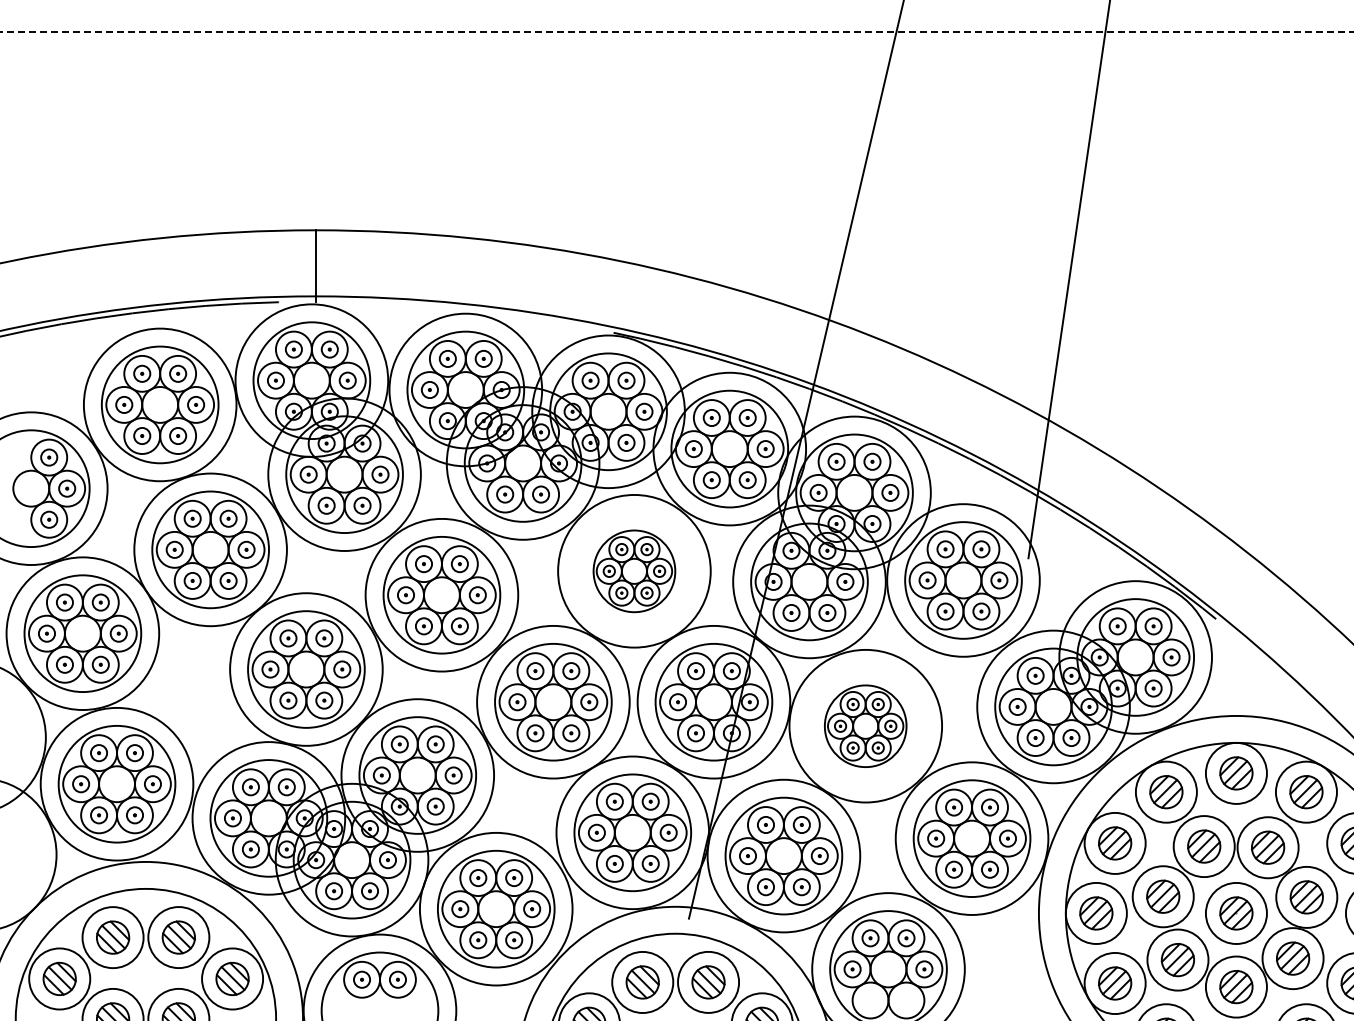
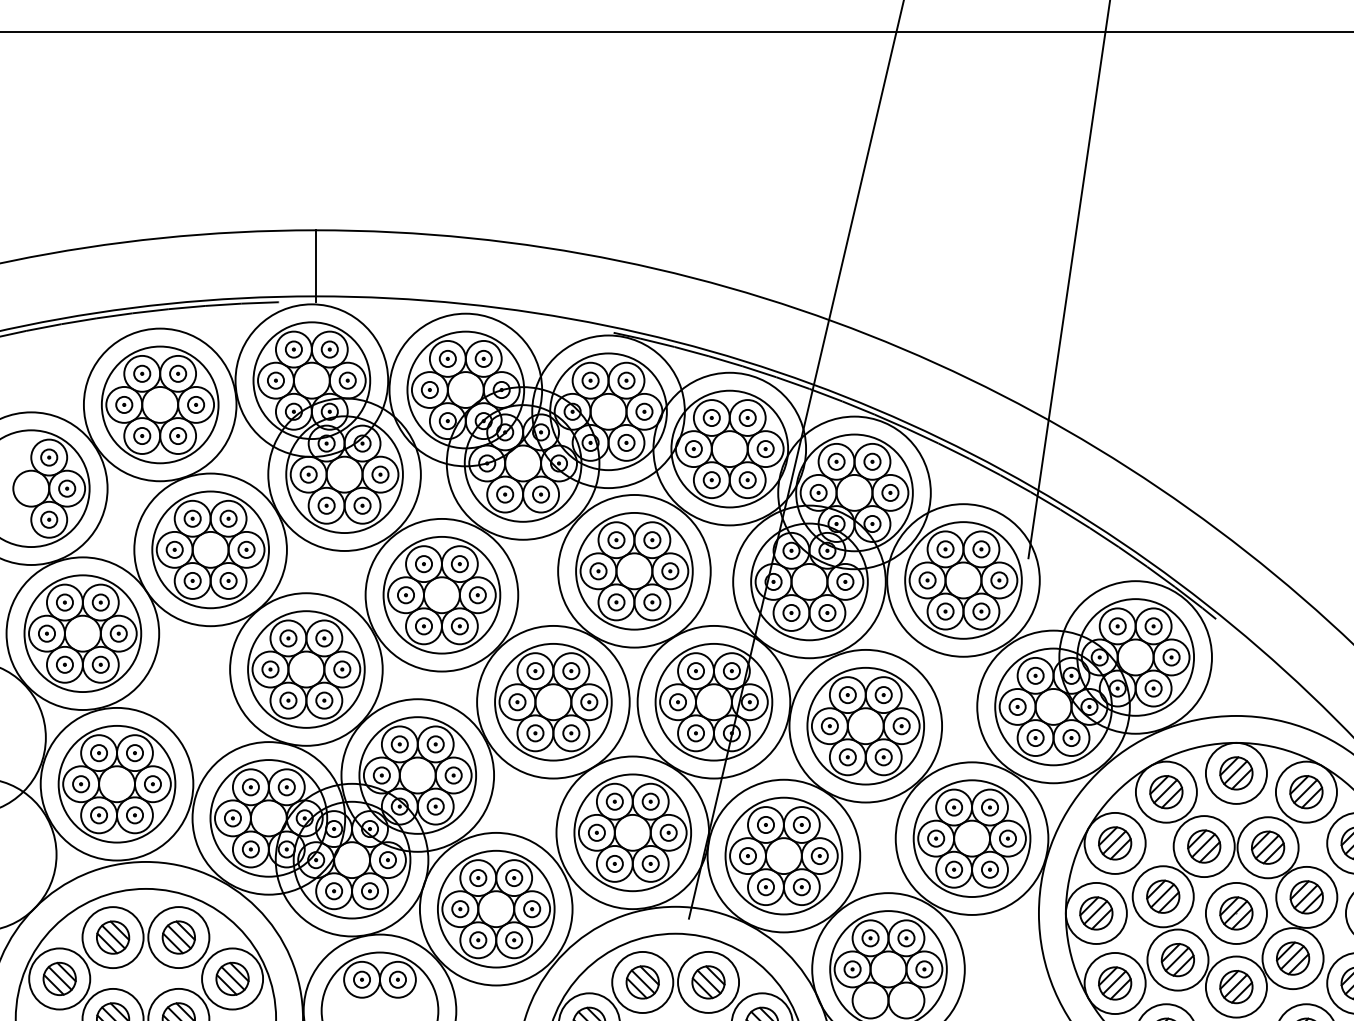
line at (677, 32): dashed -> solid
part at (634, 571) size: 85x85 px -> 119x119 px
part at (865, 725) size: 84x84 px -> 119x119 px
